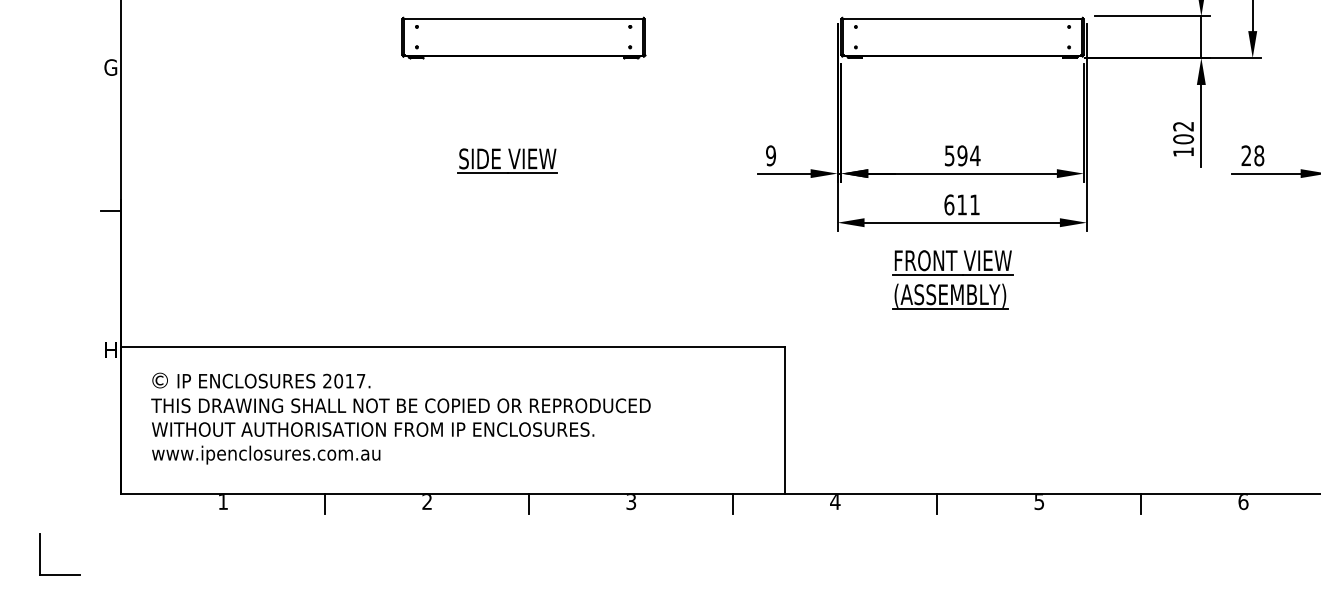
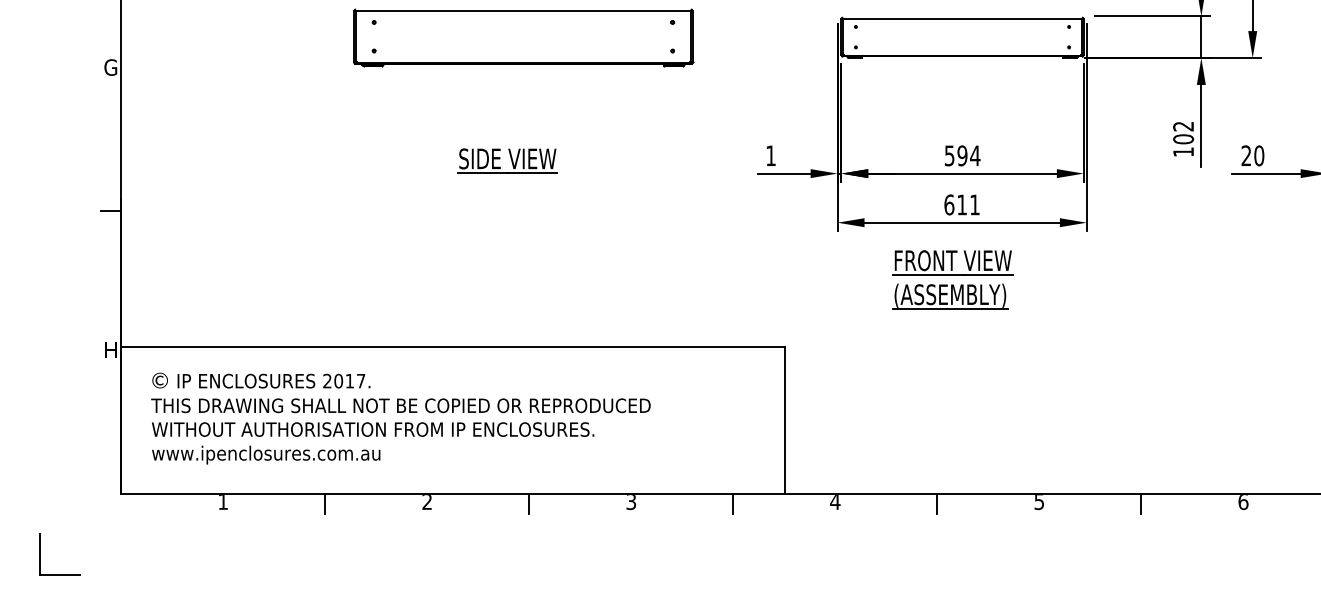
part at (523, 37) size: 246x44 px -> 342x60 px
text at (770, 155): 9 -> 1
text at (1259, 155): 28 -> 20
